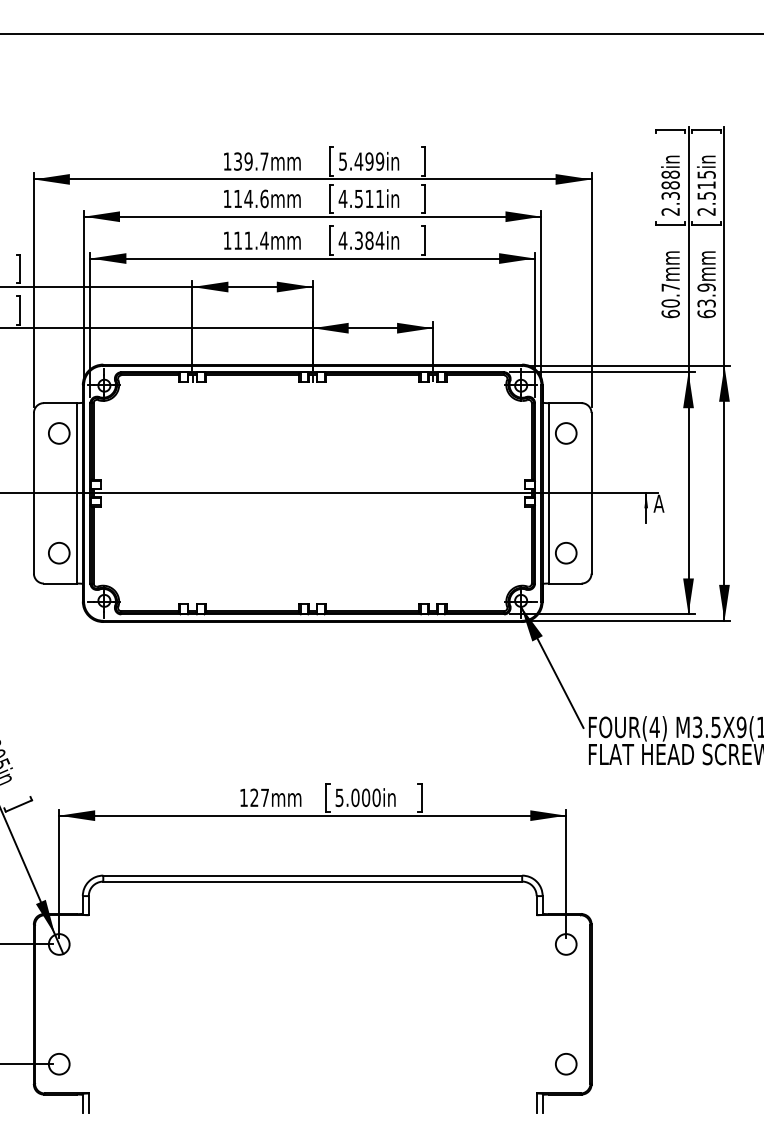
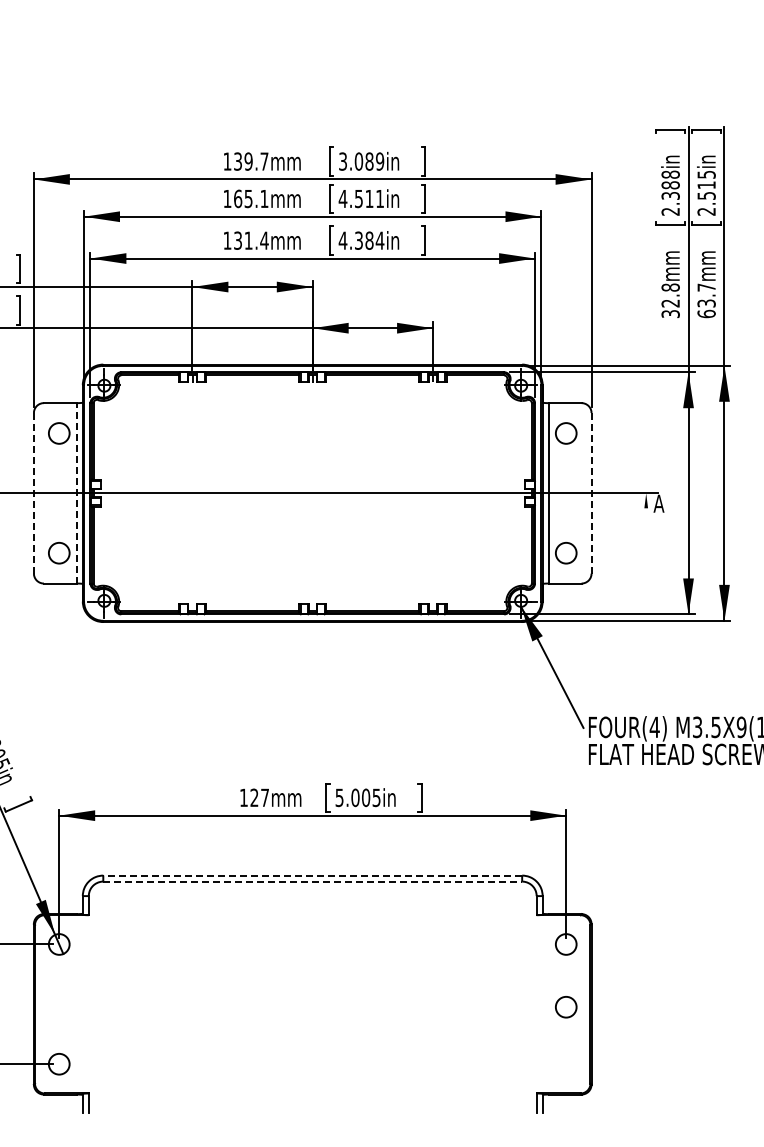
line at (381, 34): present -> none
text at (356, 161): 5.499in -> 3.089in
text at (251, 198): 114.6mm -> 165.1mm
text at (237, 240): 111.4mm -> 131.4mm
text at (706, 287): 63.9mm -> 63.7mm
text at (670, 300): 60.7mm -> 32.8mm
line at (33, 492): solid -> dashed
line at (76, 492): solid -> dashed
line at (591, 493): solid -> dashed
line at (646, 508): present -> none
text at (376, 797): 5.000in -> 5.005in
line at (312, 875): solid -> dashed
line at (313, 881): solid -> dashed
circle at (566, 1064) position: (566, 1064) -> (566, 1007)
